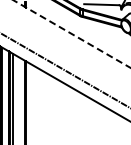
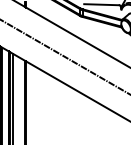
line at (71, 33): dashed -> solid
line at (64, 70) position: (64, 70) -> (64, 57)
